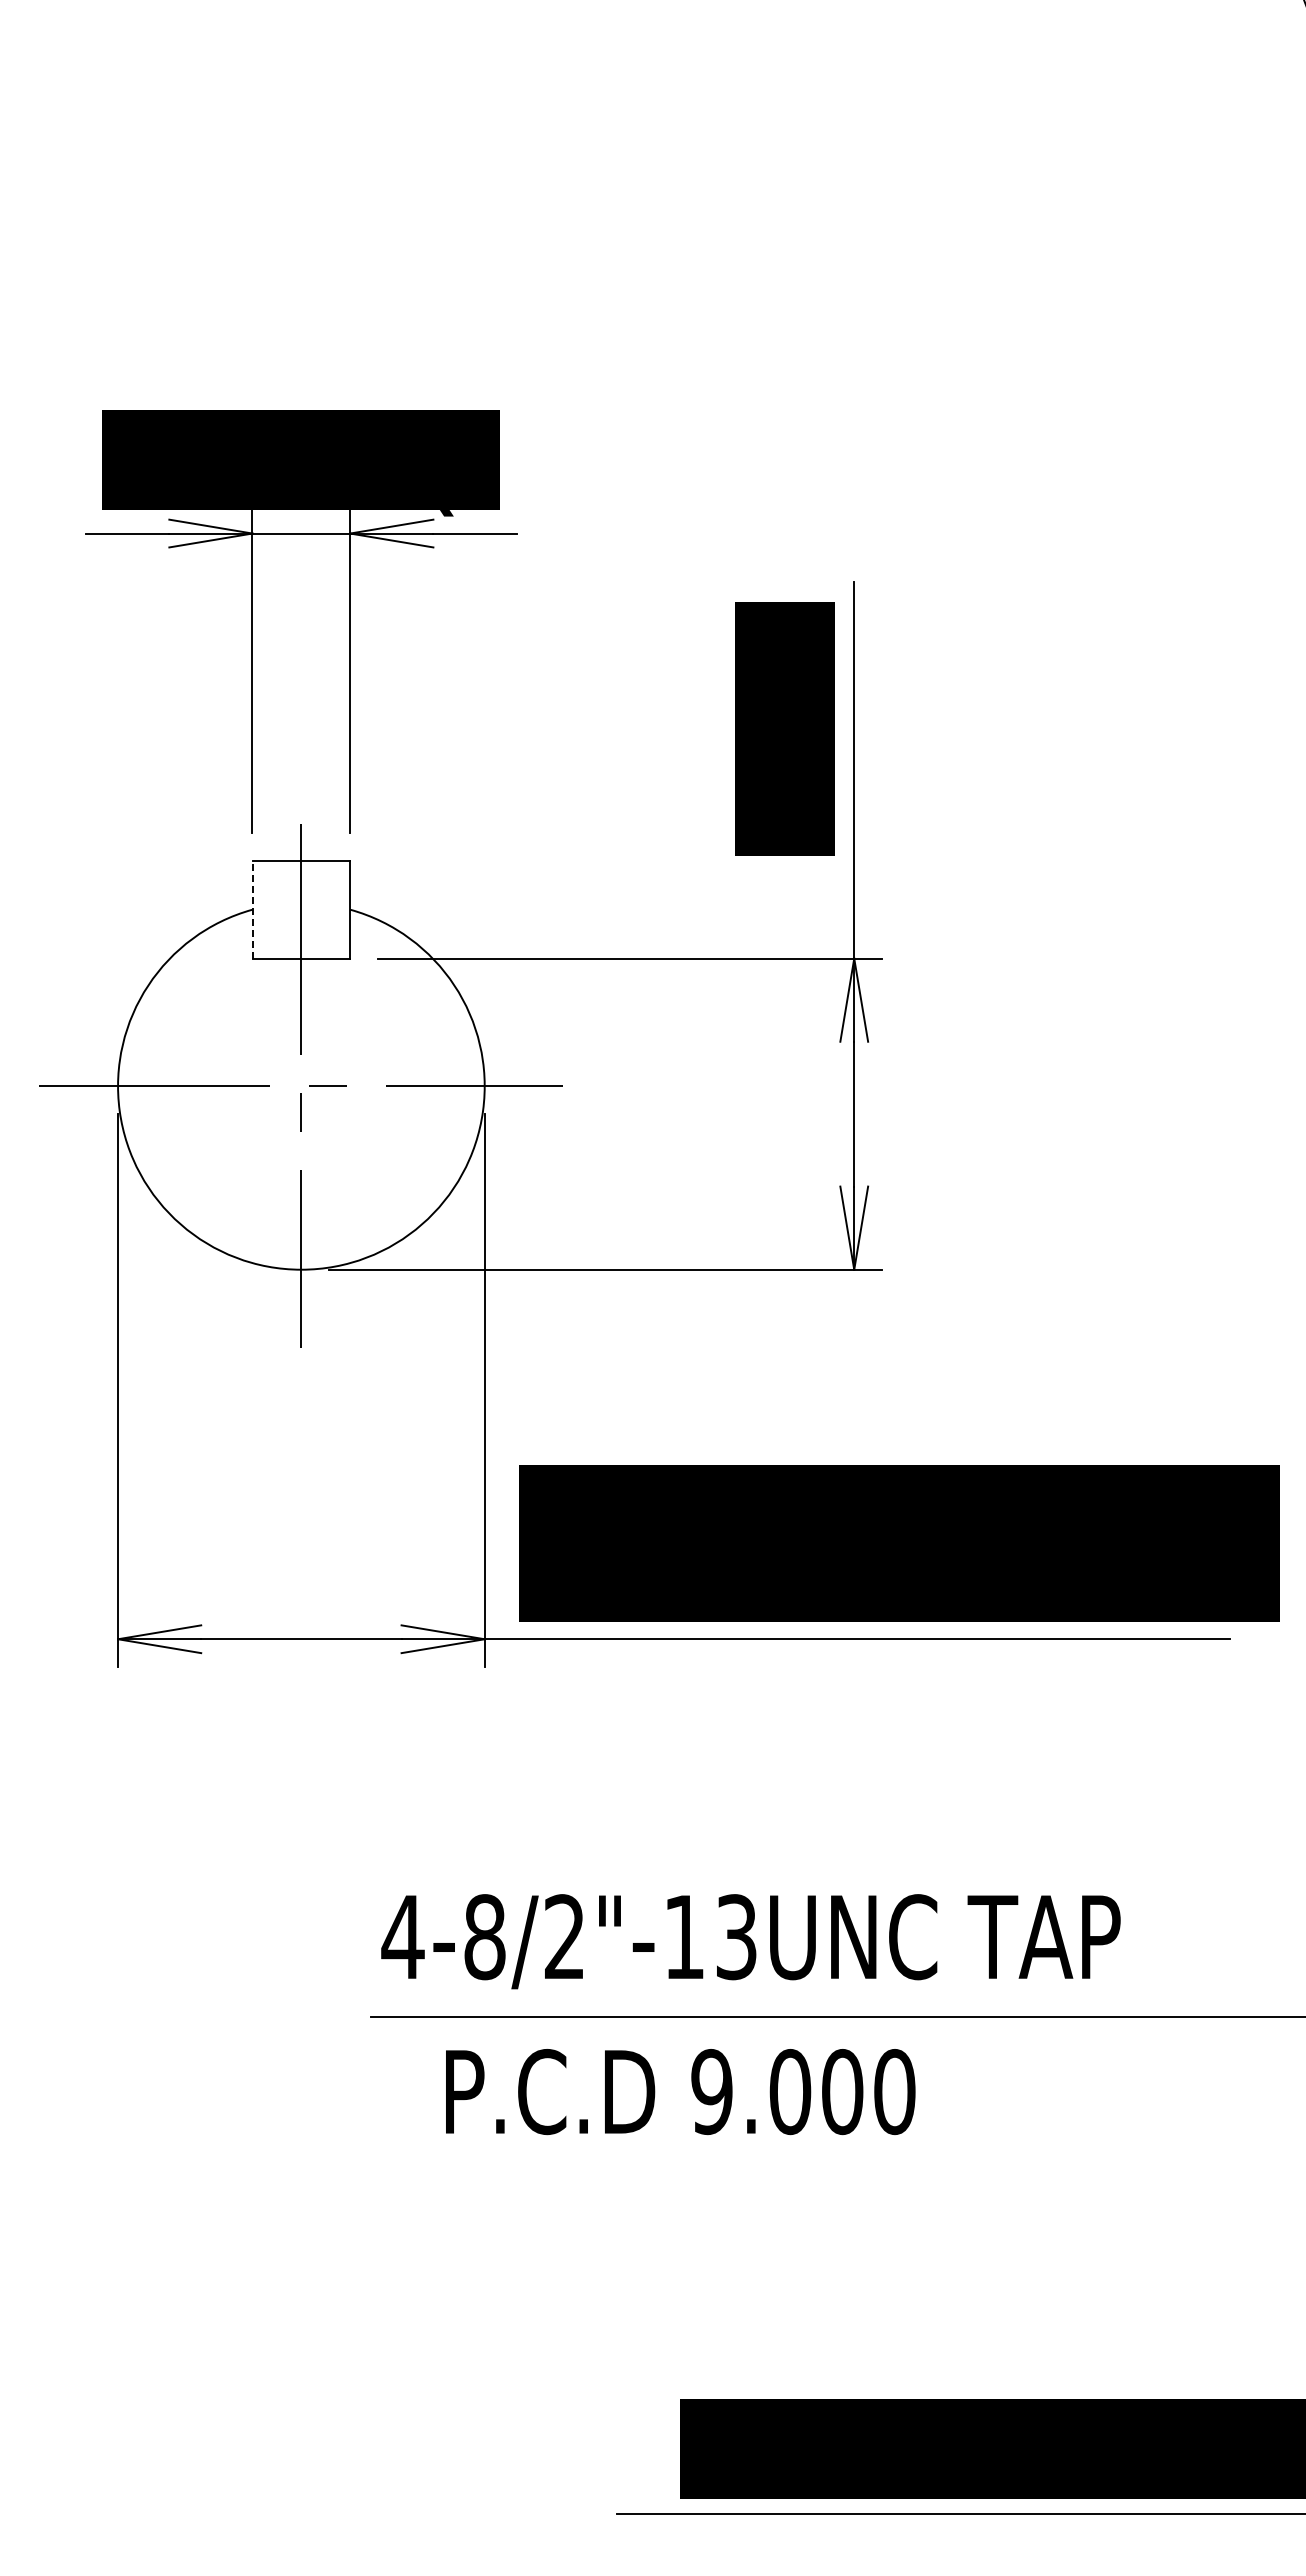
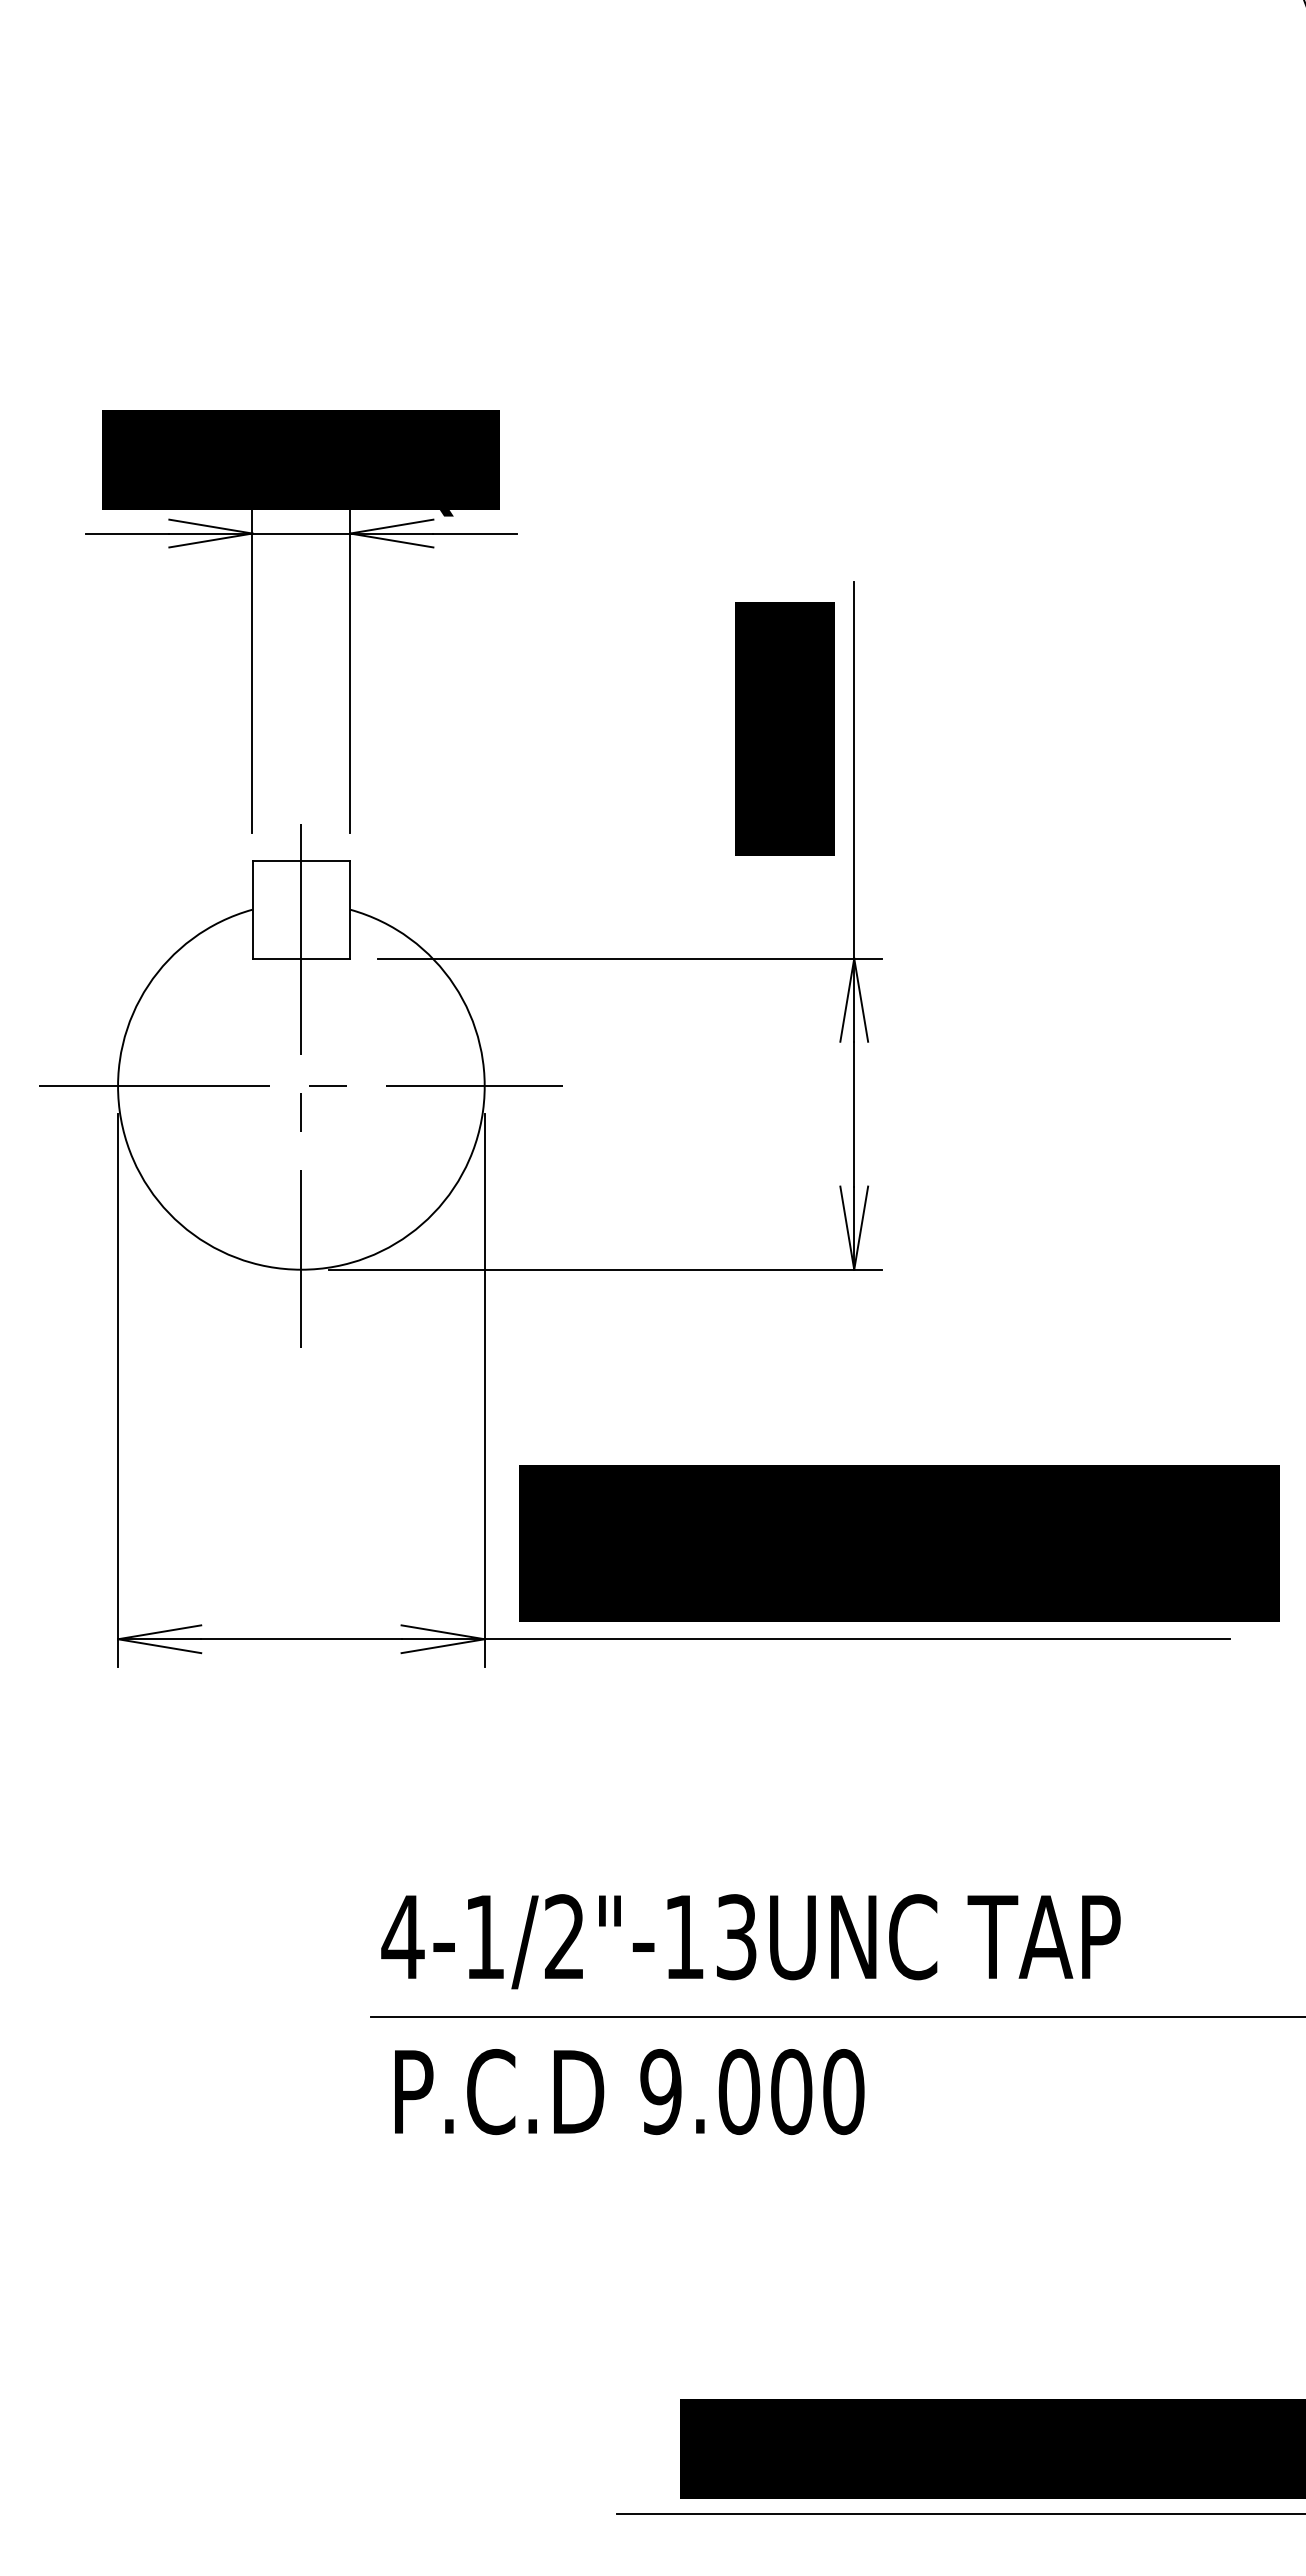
line at (252, 909): dashed -> solid
text at (484, 1937): 4-8/2"-13UNC -> 4-1/2"-13UNC
text at (680, 2092) position: (680, 2092) -> (629, 2092)
